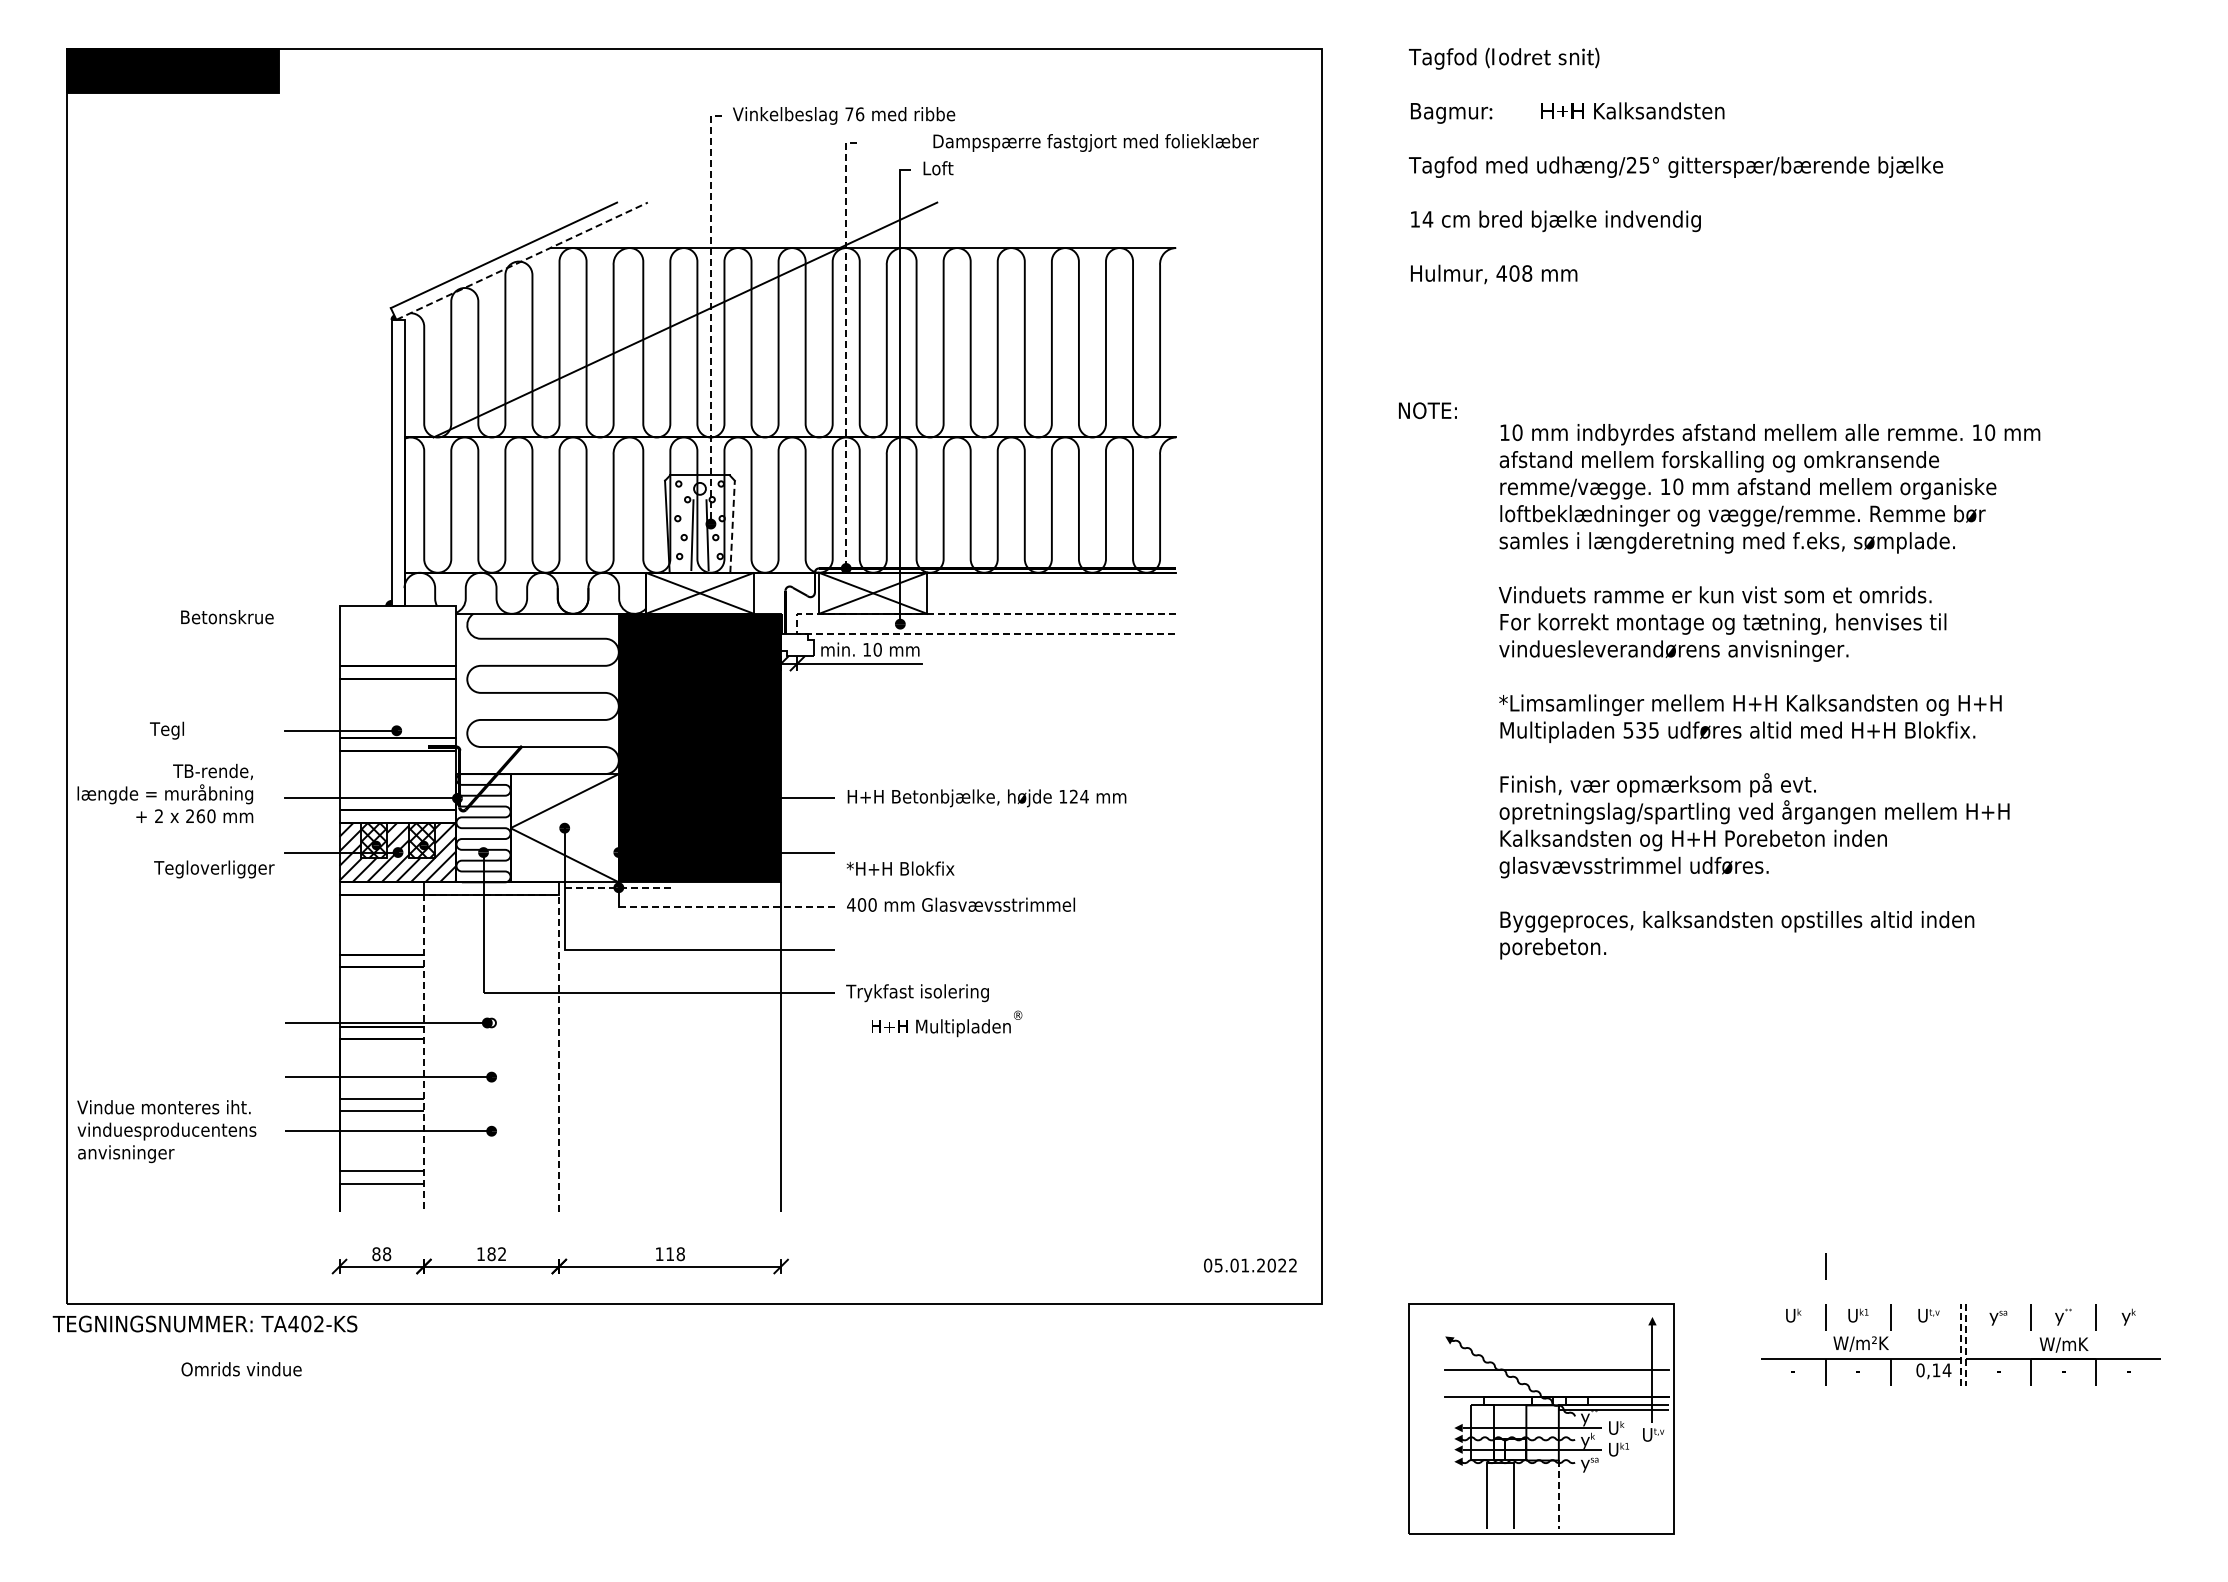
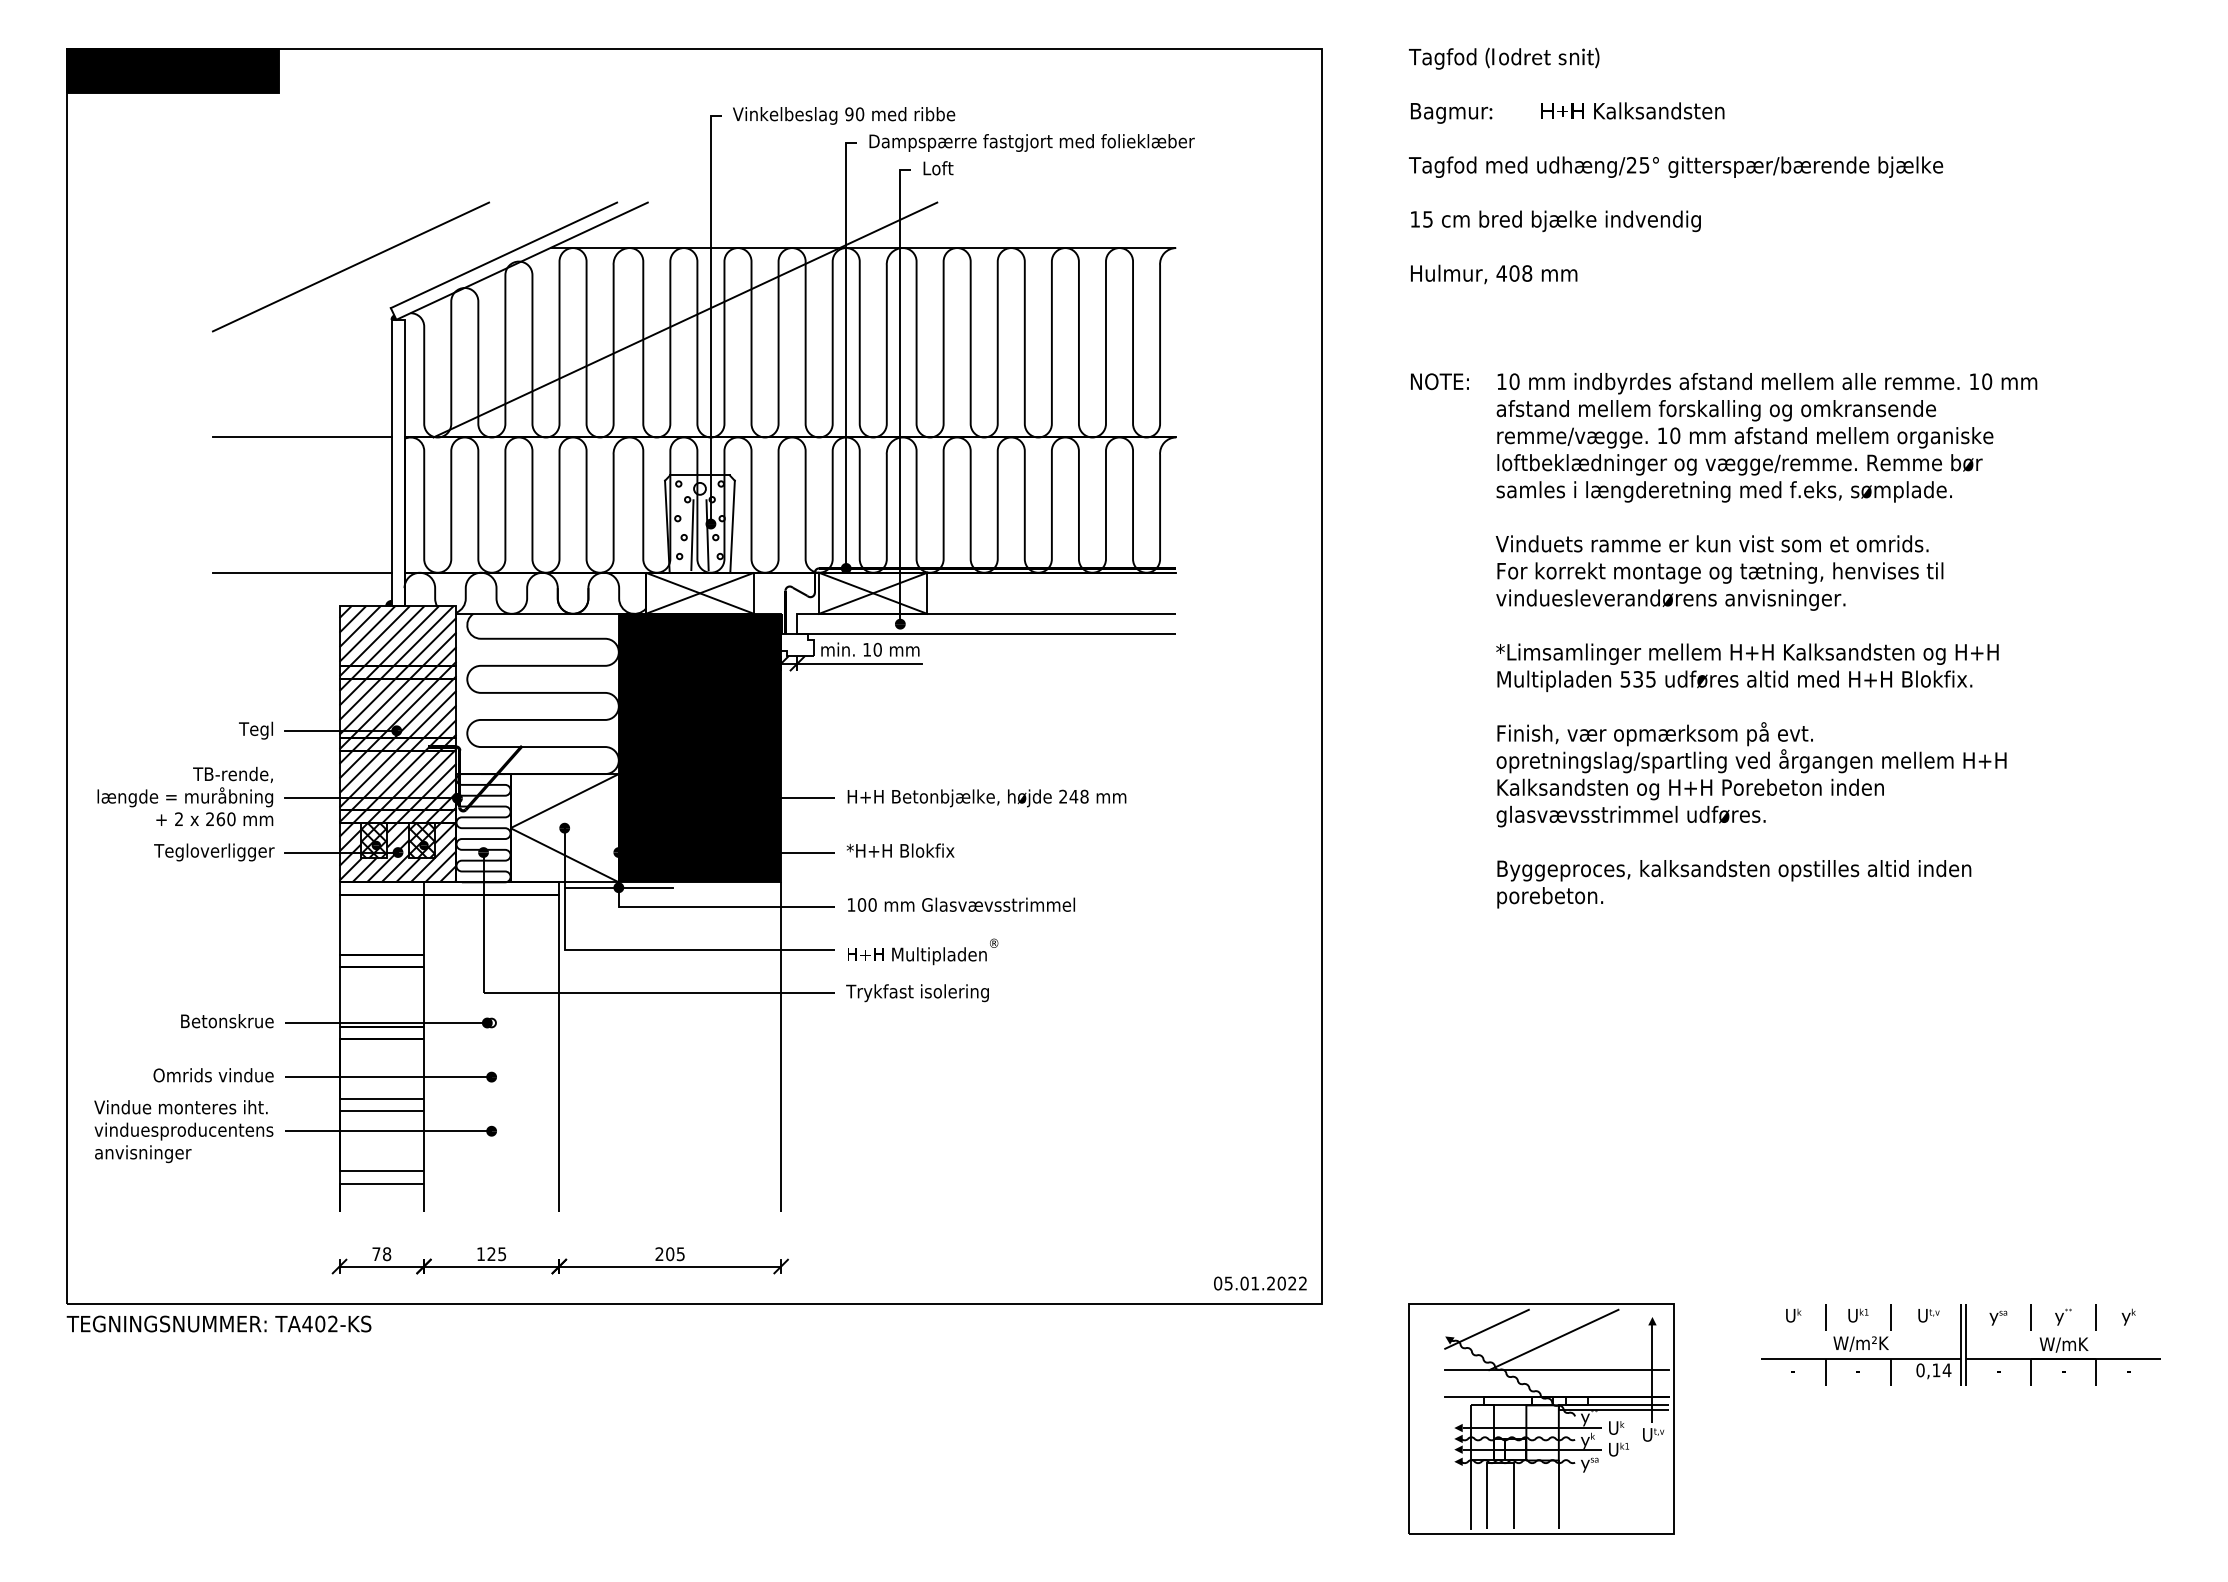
text at (854, 114): 76 -> 90
text at (1095, 142) position: (1095, 142) -> (1031, 142)
text at (1427, 219): 14 -> 15
line at (522, 261): dashed -> solid
line at (350, 266): none -> present
line at (710, 314): dashed -> solid
line at (846, 349): dashed -> solid
text at (1427, 410) position: (1427, 410) -> (1439, 381)
line at (301, 437): none -> present
line at (732, 526): dashed -> solid
line at (301, 572): none -> present
text at (227, 617) position: (227, 617) -> (227, 1021)
line at (797, 624): dashed -> solid
text at (1769, 691) position: (1769, 691) -> (1766, 640)
hatch at (397, 714): none -> present
text at (166, 730) position: (166, 730) -> (255, 730)
text at (165, 793) position: (165, 793) -> (185, 796)
text at (1073, 796): 124 -> 248
text at (900, 868) position: (900, 868) -> (900, 850)
text at (214, 869) position: (214, 869) -> (214, 852)
line at (619, 887): dashed -> solid
line at (491, 895): dashed -> solid
text at (851, 904): 400 -> 100
line at (727, 906): dashed -> solid
text at (947, 1023) position: (947, 1023) -> (923, 951)
text at (166, 1131) position: (166, 1131) -> (183, 1131)
text at (376, 1254): 88 -> 78
text at (496, 1254): 182 -> 125
text at (669, 1254): 118 -> 205
text at (1250, 1265) position: (1250, 1265) -> (1260, 1283)
line at (1825, 1266): present -> none
text at (204, 1323) position: (204, 1323) -> (218, 1323)
line at (1486, 1328): none -> present
line at (1553, 1339): none -> present
line at (1960, 1345): dashed -> solid
line at (1966, 1345): dashed -> solid
text at (241, 1369) position: (241, 1369) -> (213, 1075)
line at (1470, 1494): none -> present
line at (1558, 1495): dashed -> solid
